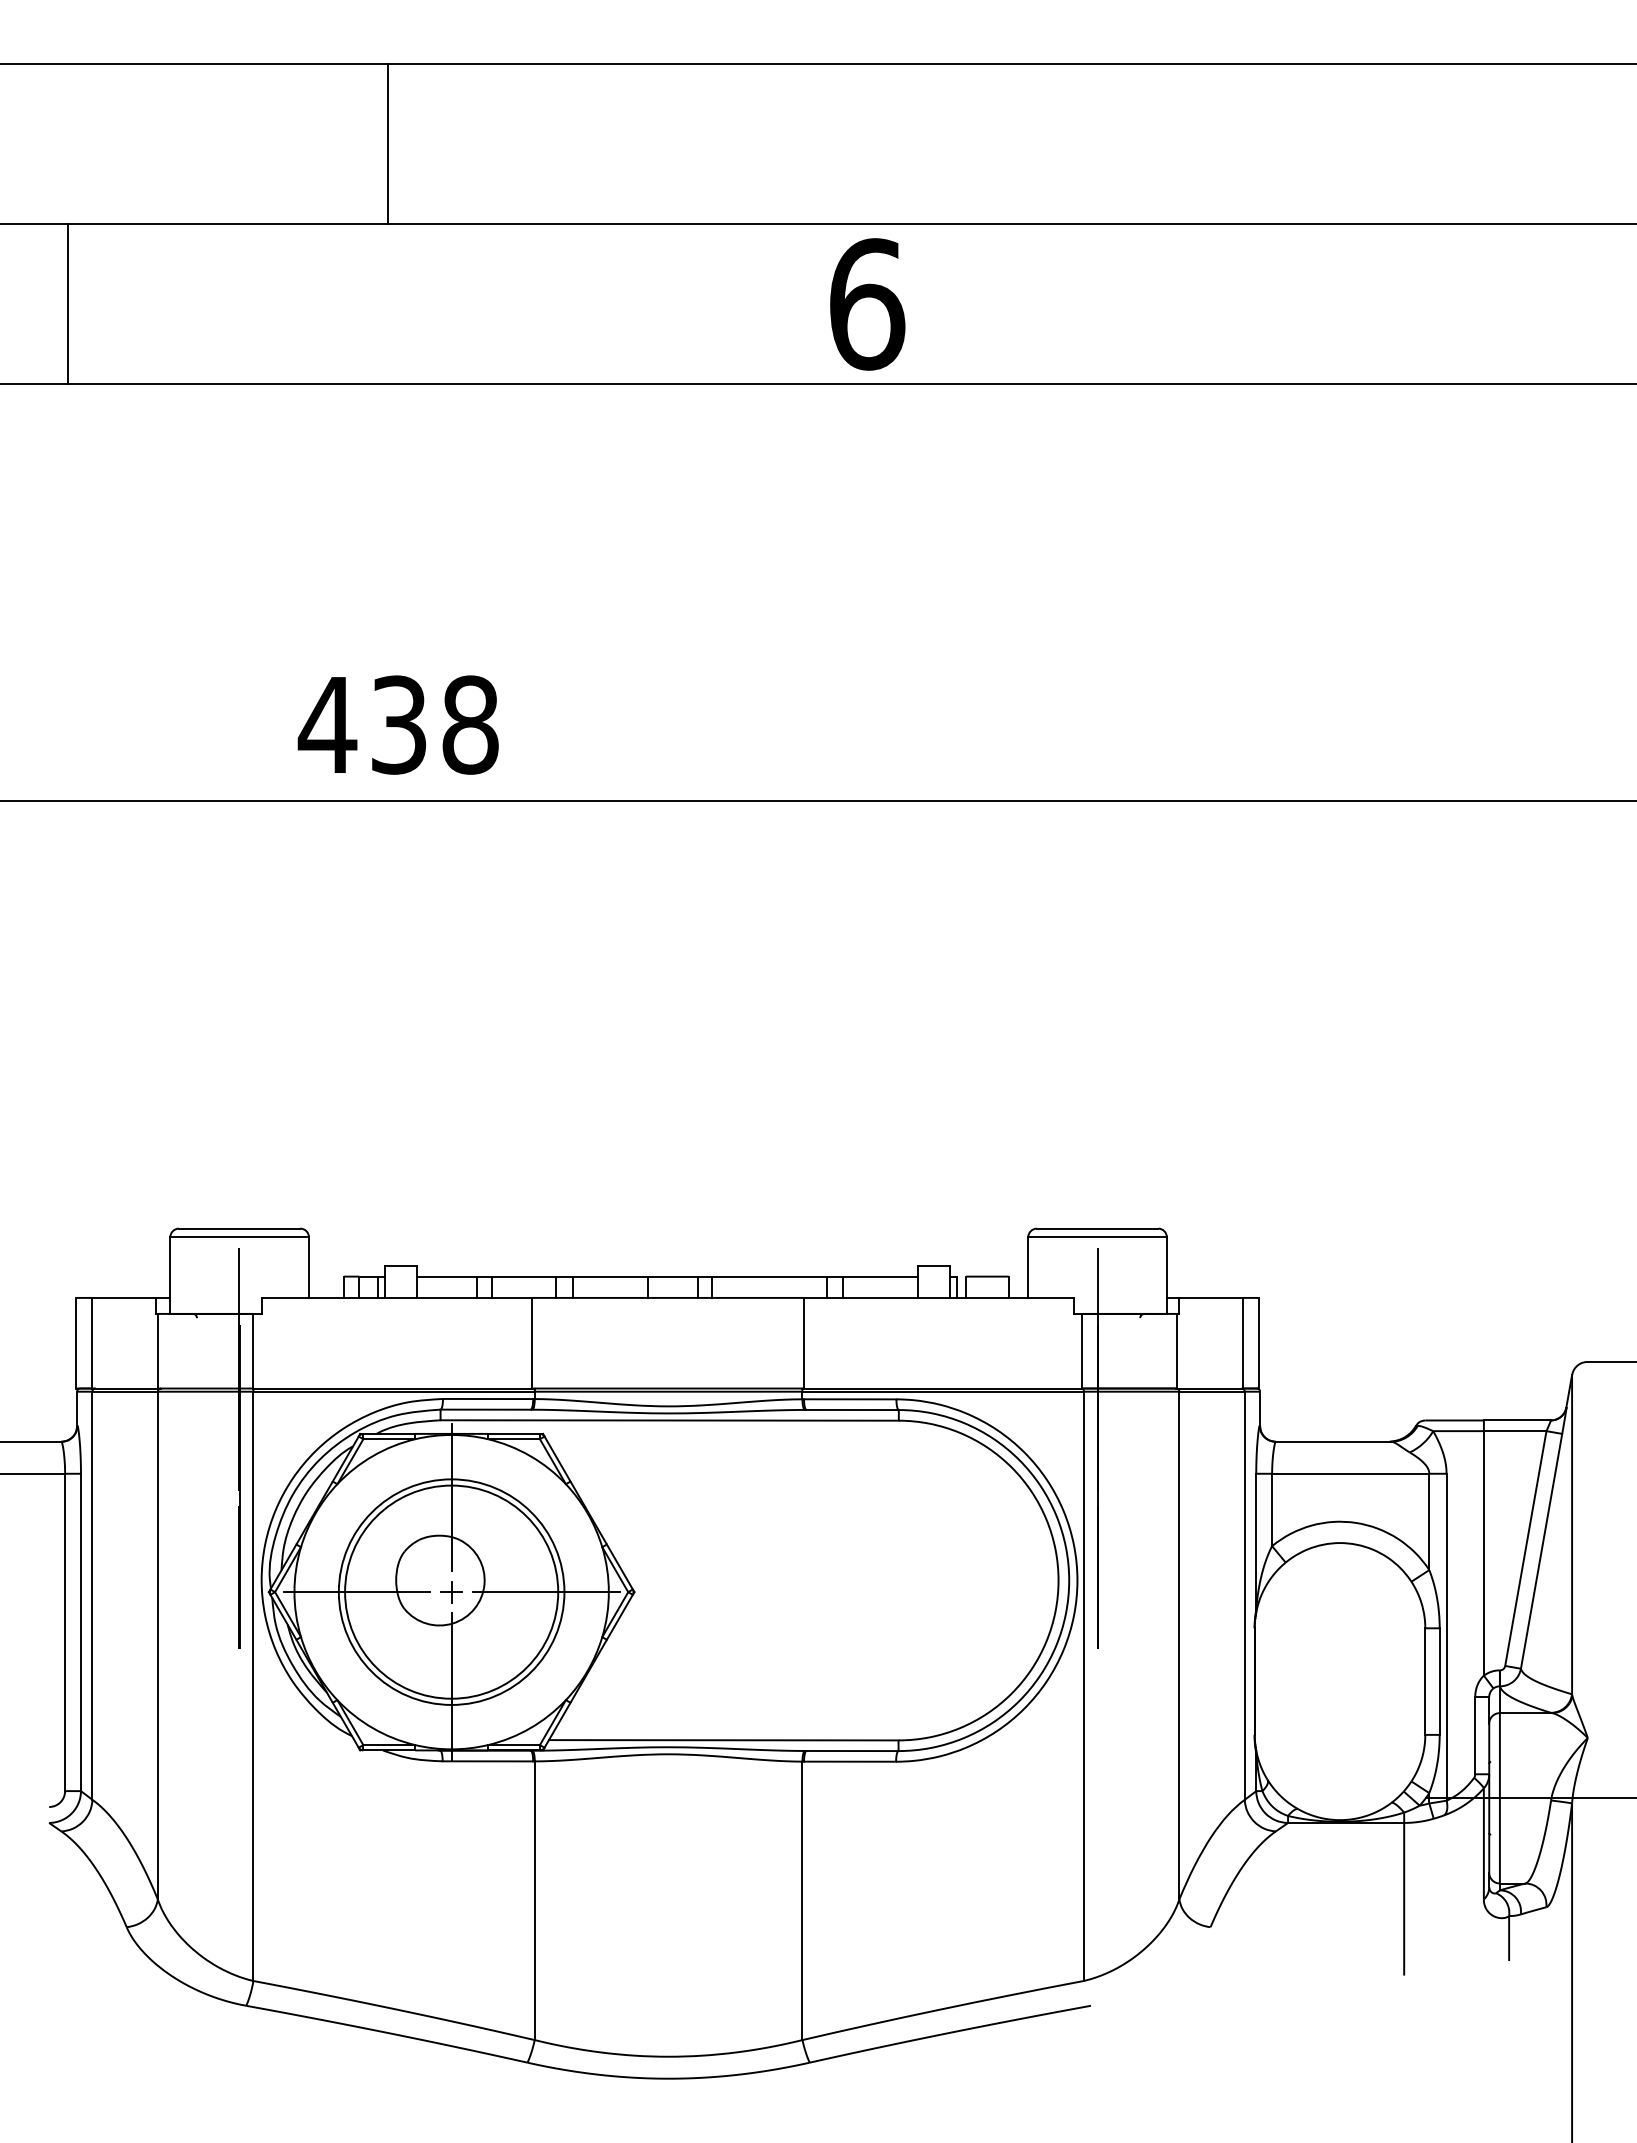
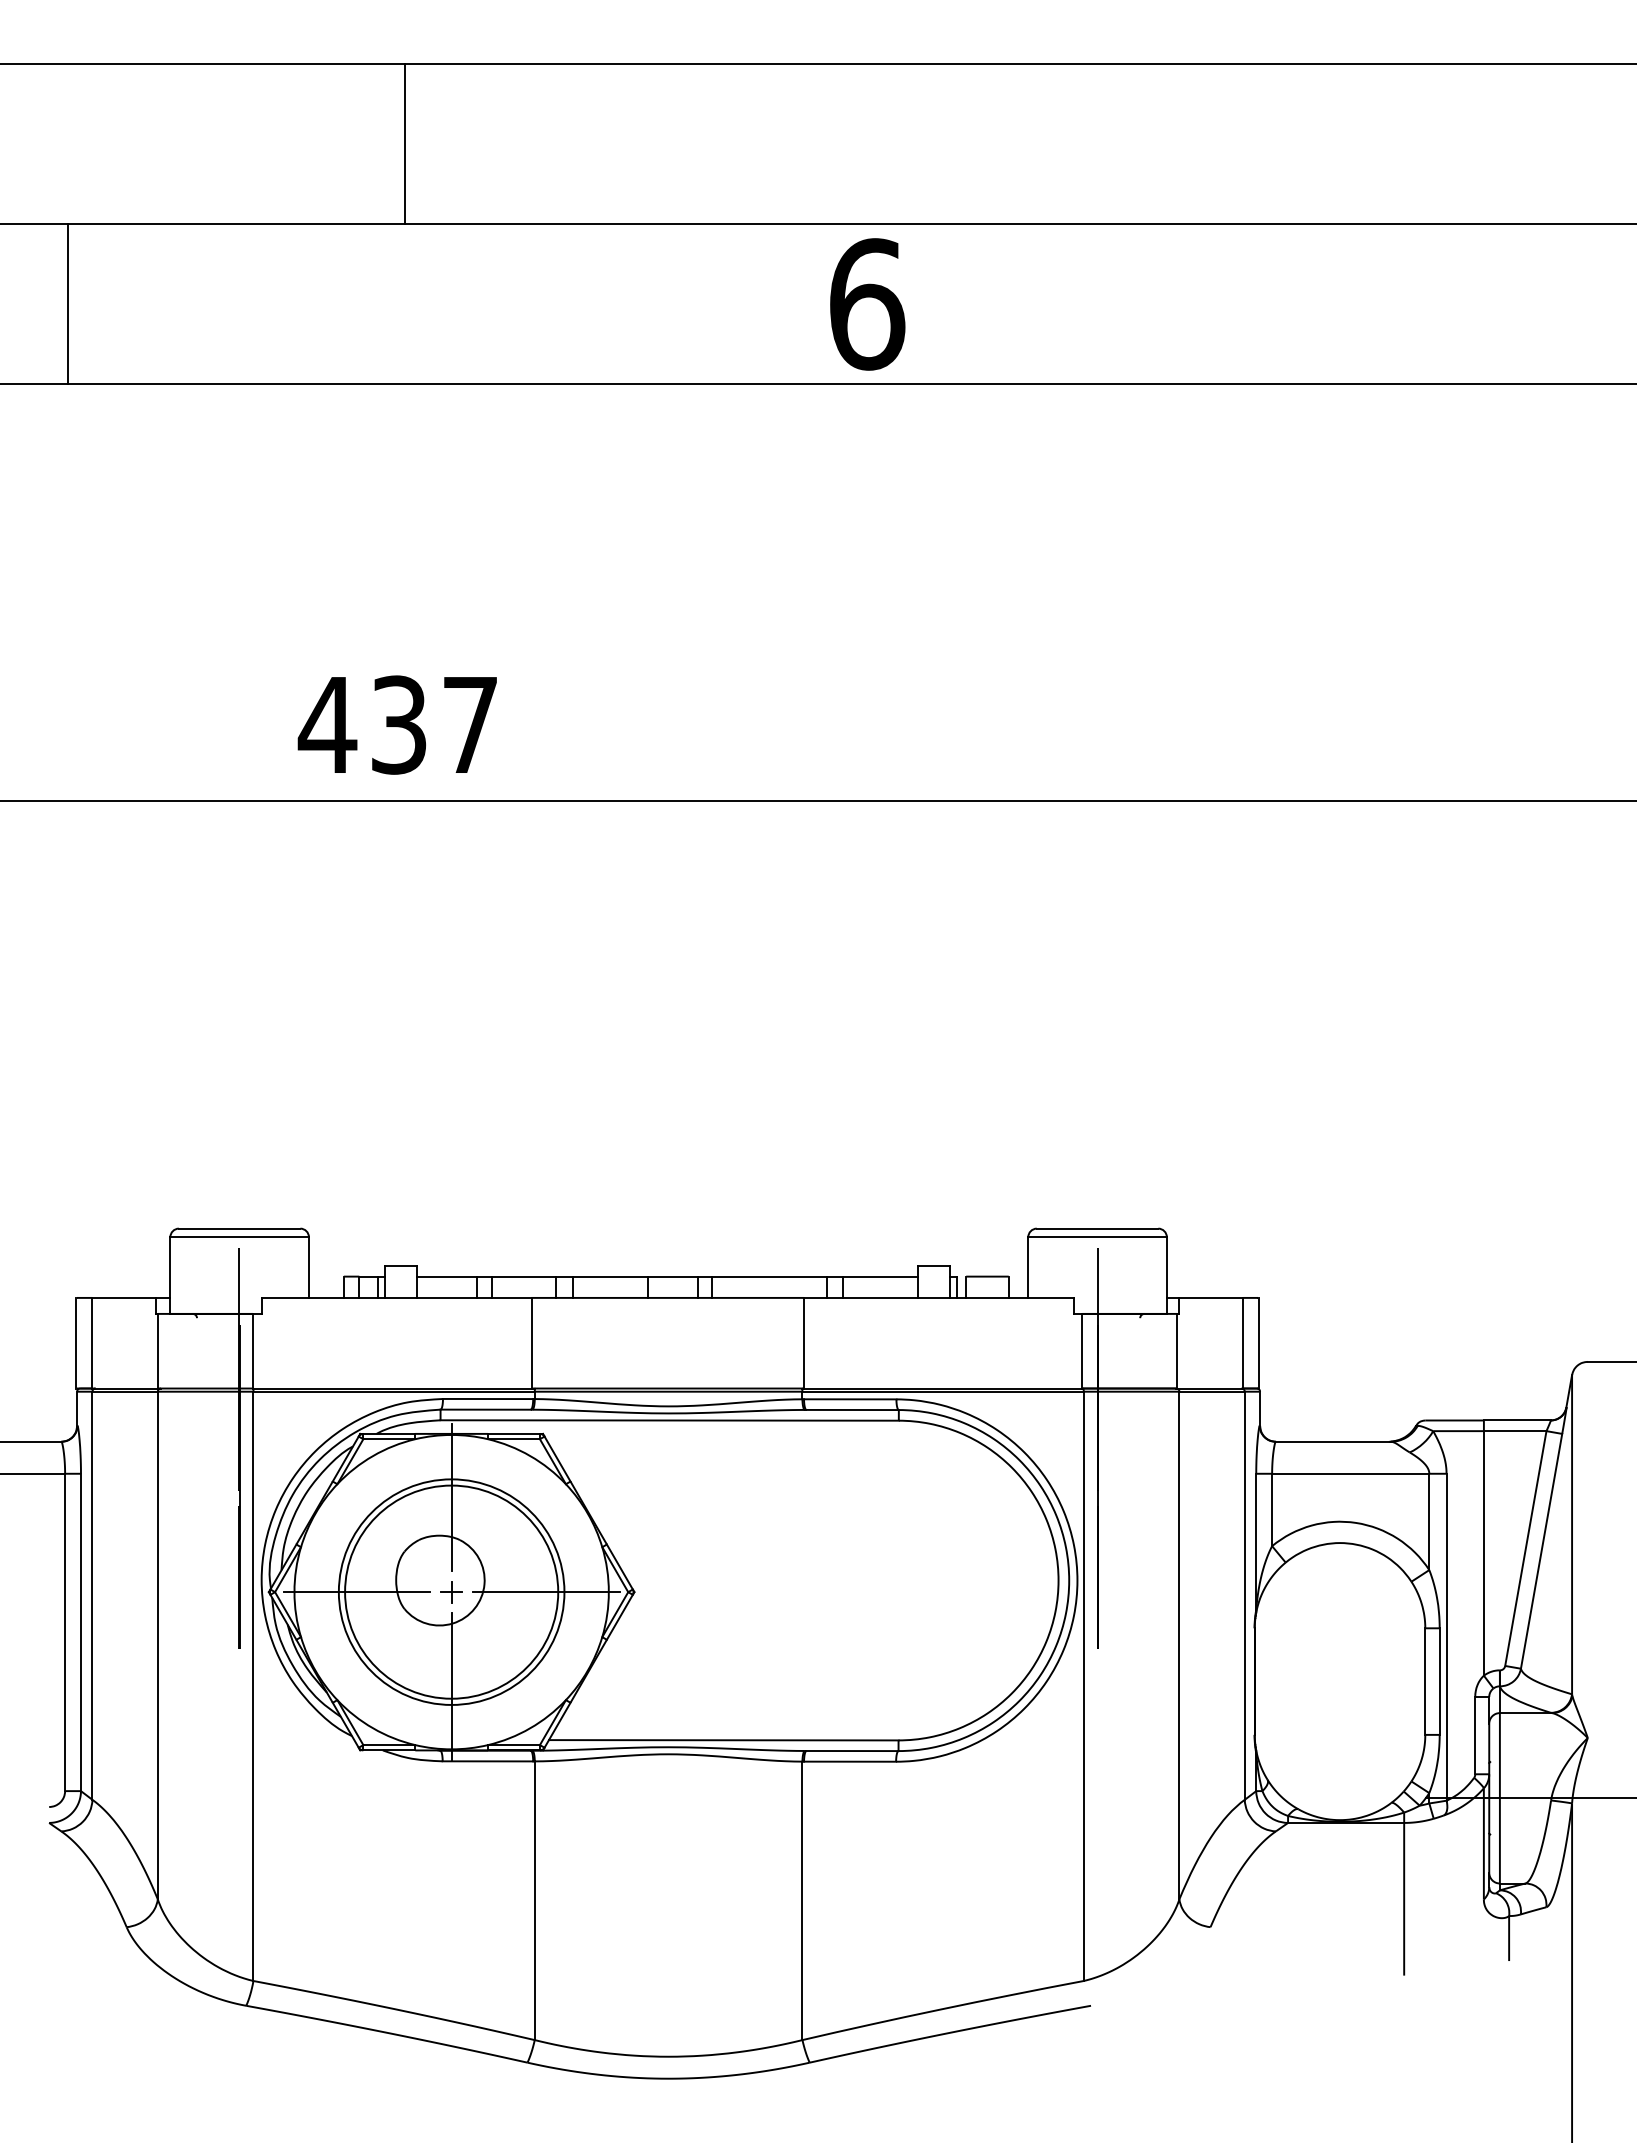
line at (388, 144) position: (388, 144) -> (405, 144)
text at (470, 724): 438 -> 437
